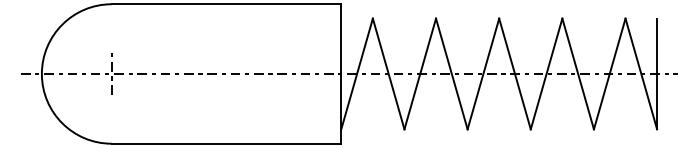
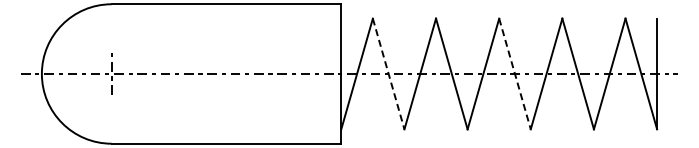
line at (388, 73): solid -> dashed
line at (514, 73): solid -> dashed
